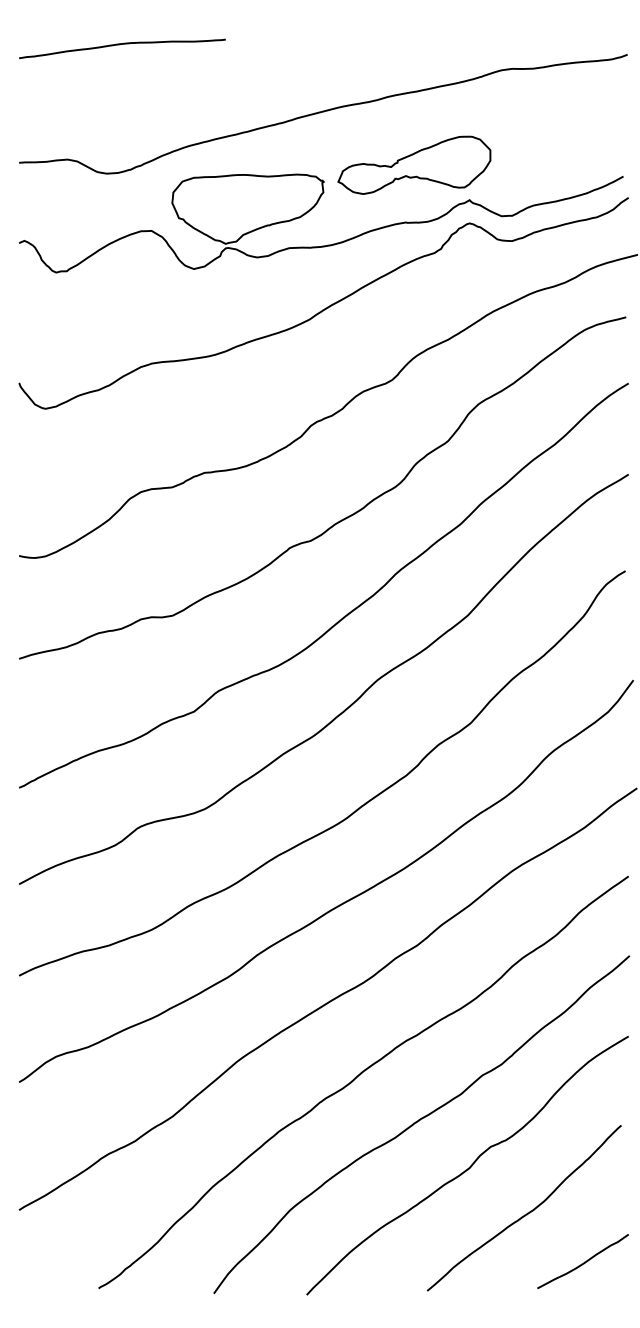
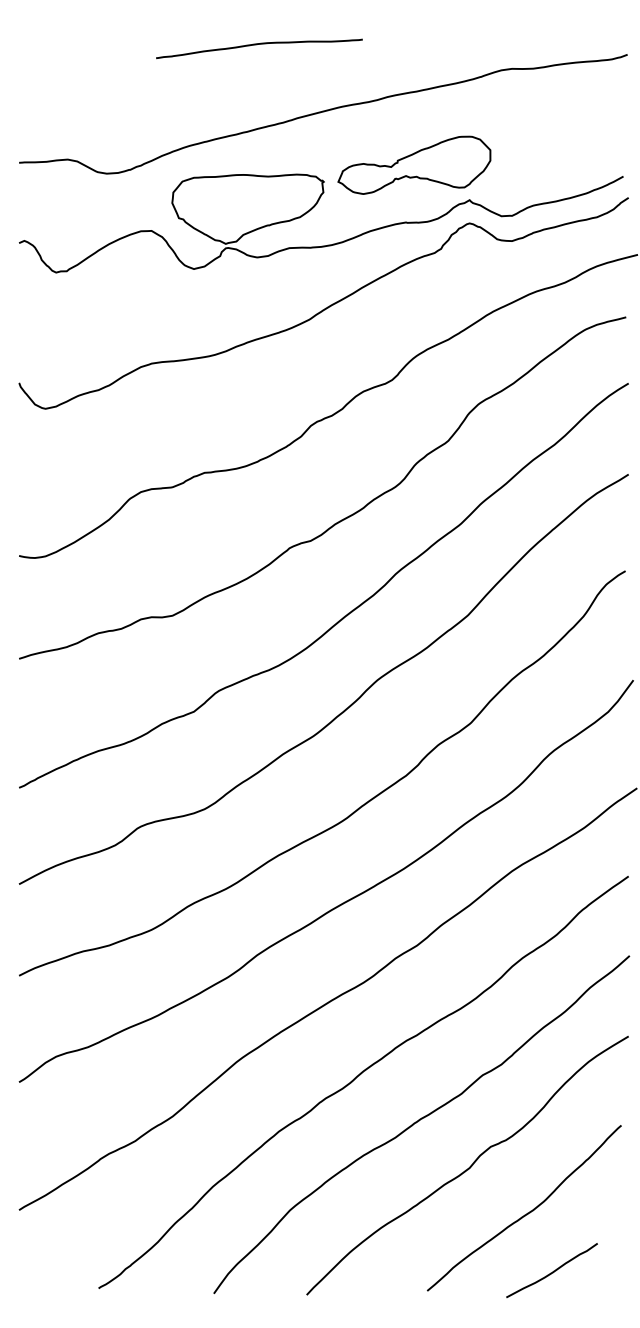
curve at (122, 44) position: (122, 44) -> (259, 44)
curve at (583, 1262) position: (583, 1262) -> (552, 1271)
